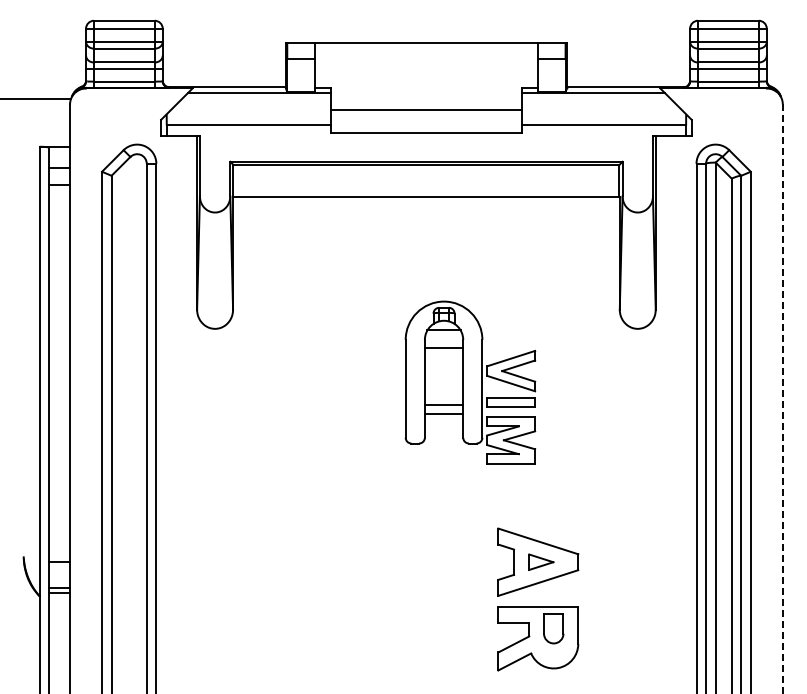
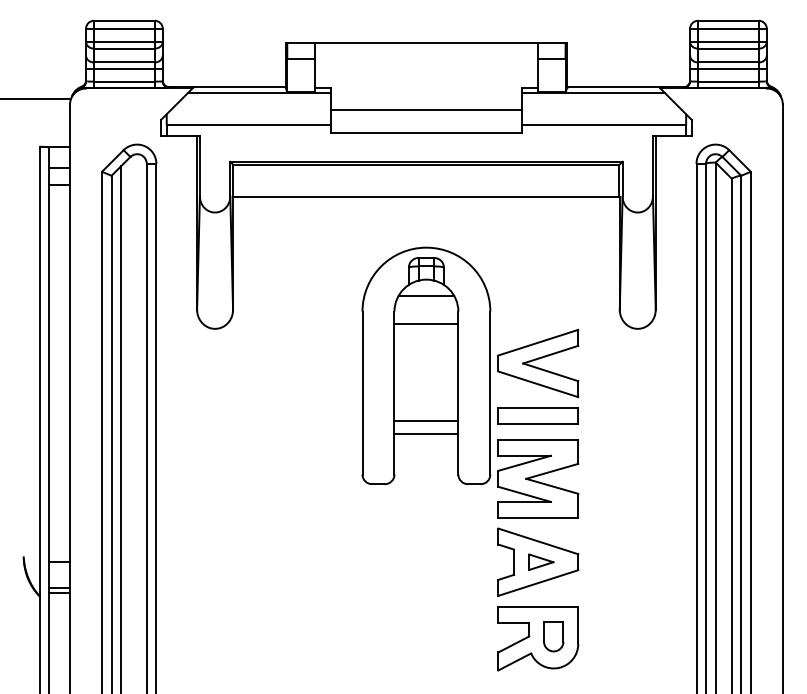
part at (470, 382) size: 133x165 px -> 219x273 px
line at (782, 399): dashed -> solid
line at (121, 428): none -> present
part at (553, 628) position: (553, 628) -> (553, 636)
